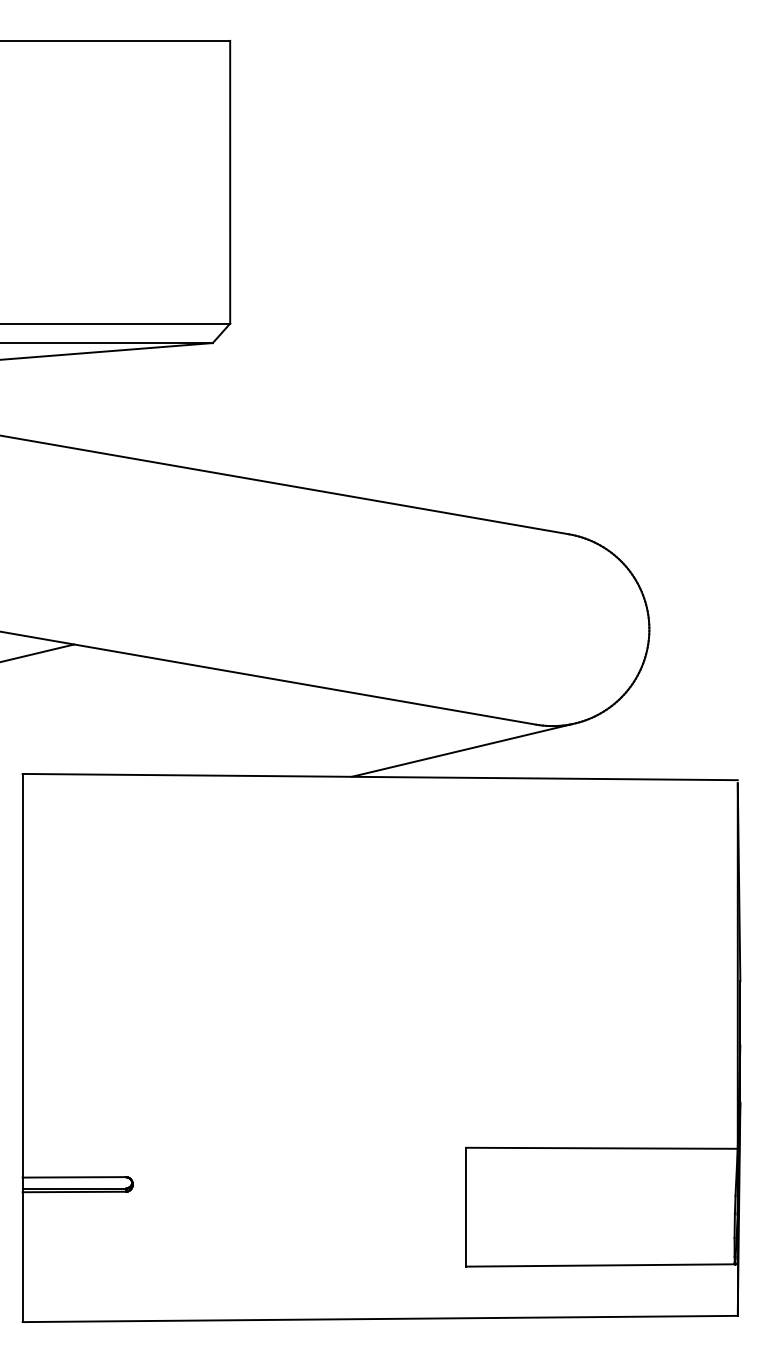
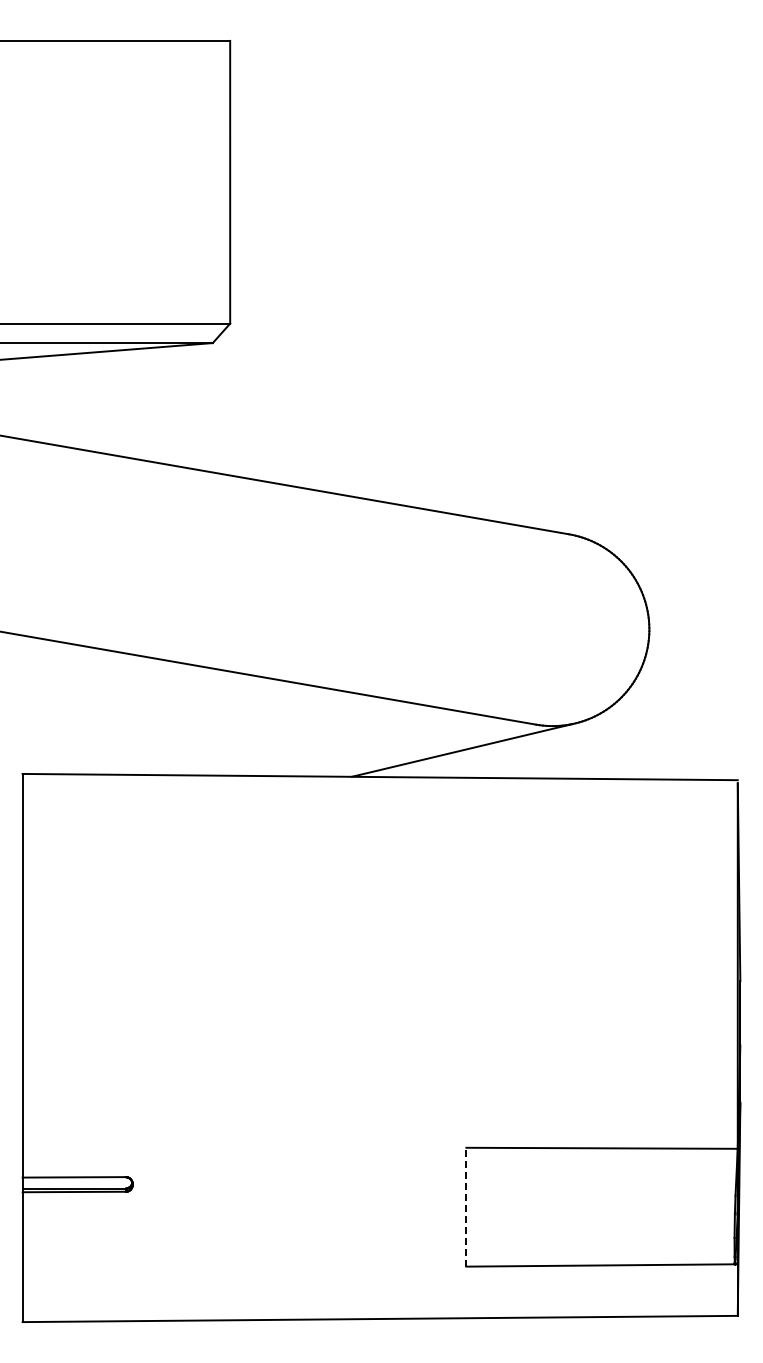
line at (38, 652): present -> none
line at (466, 1206): solid -> dashed
